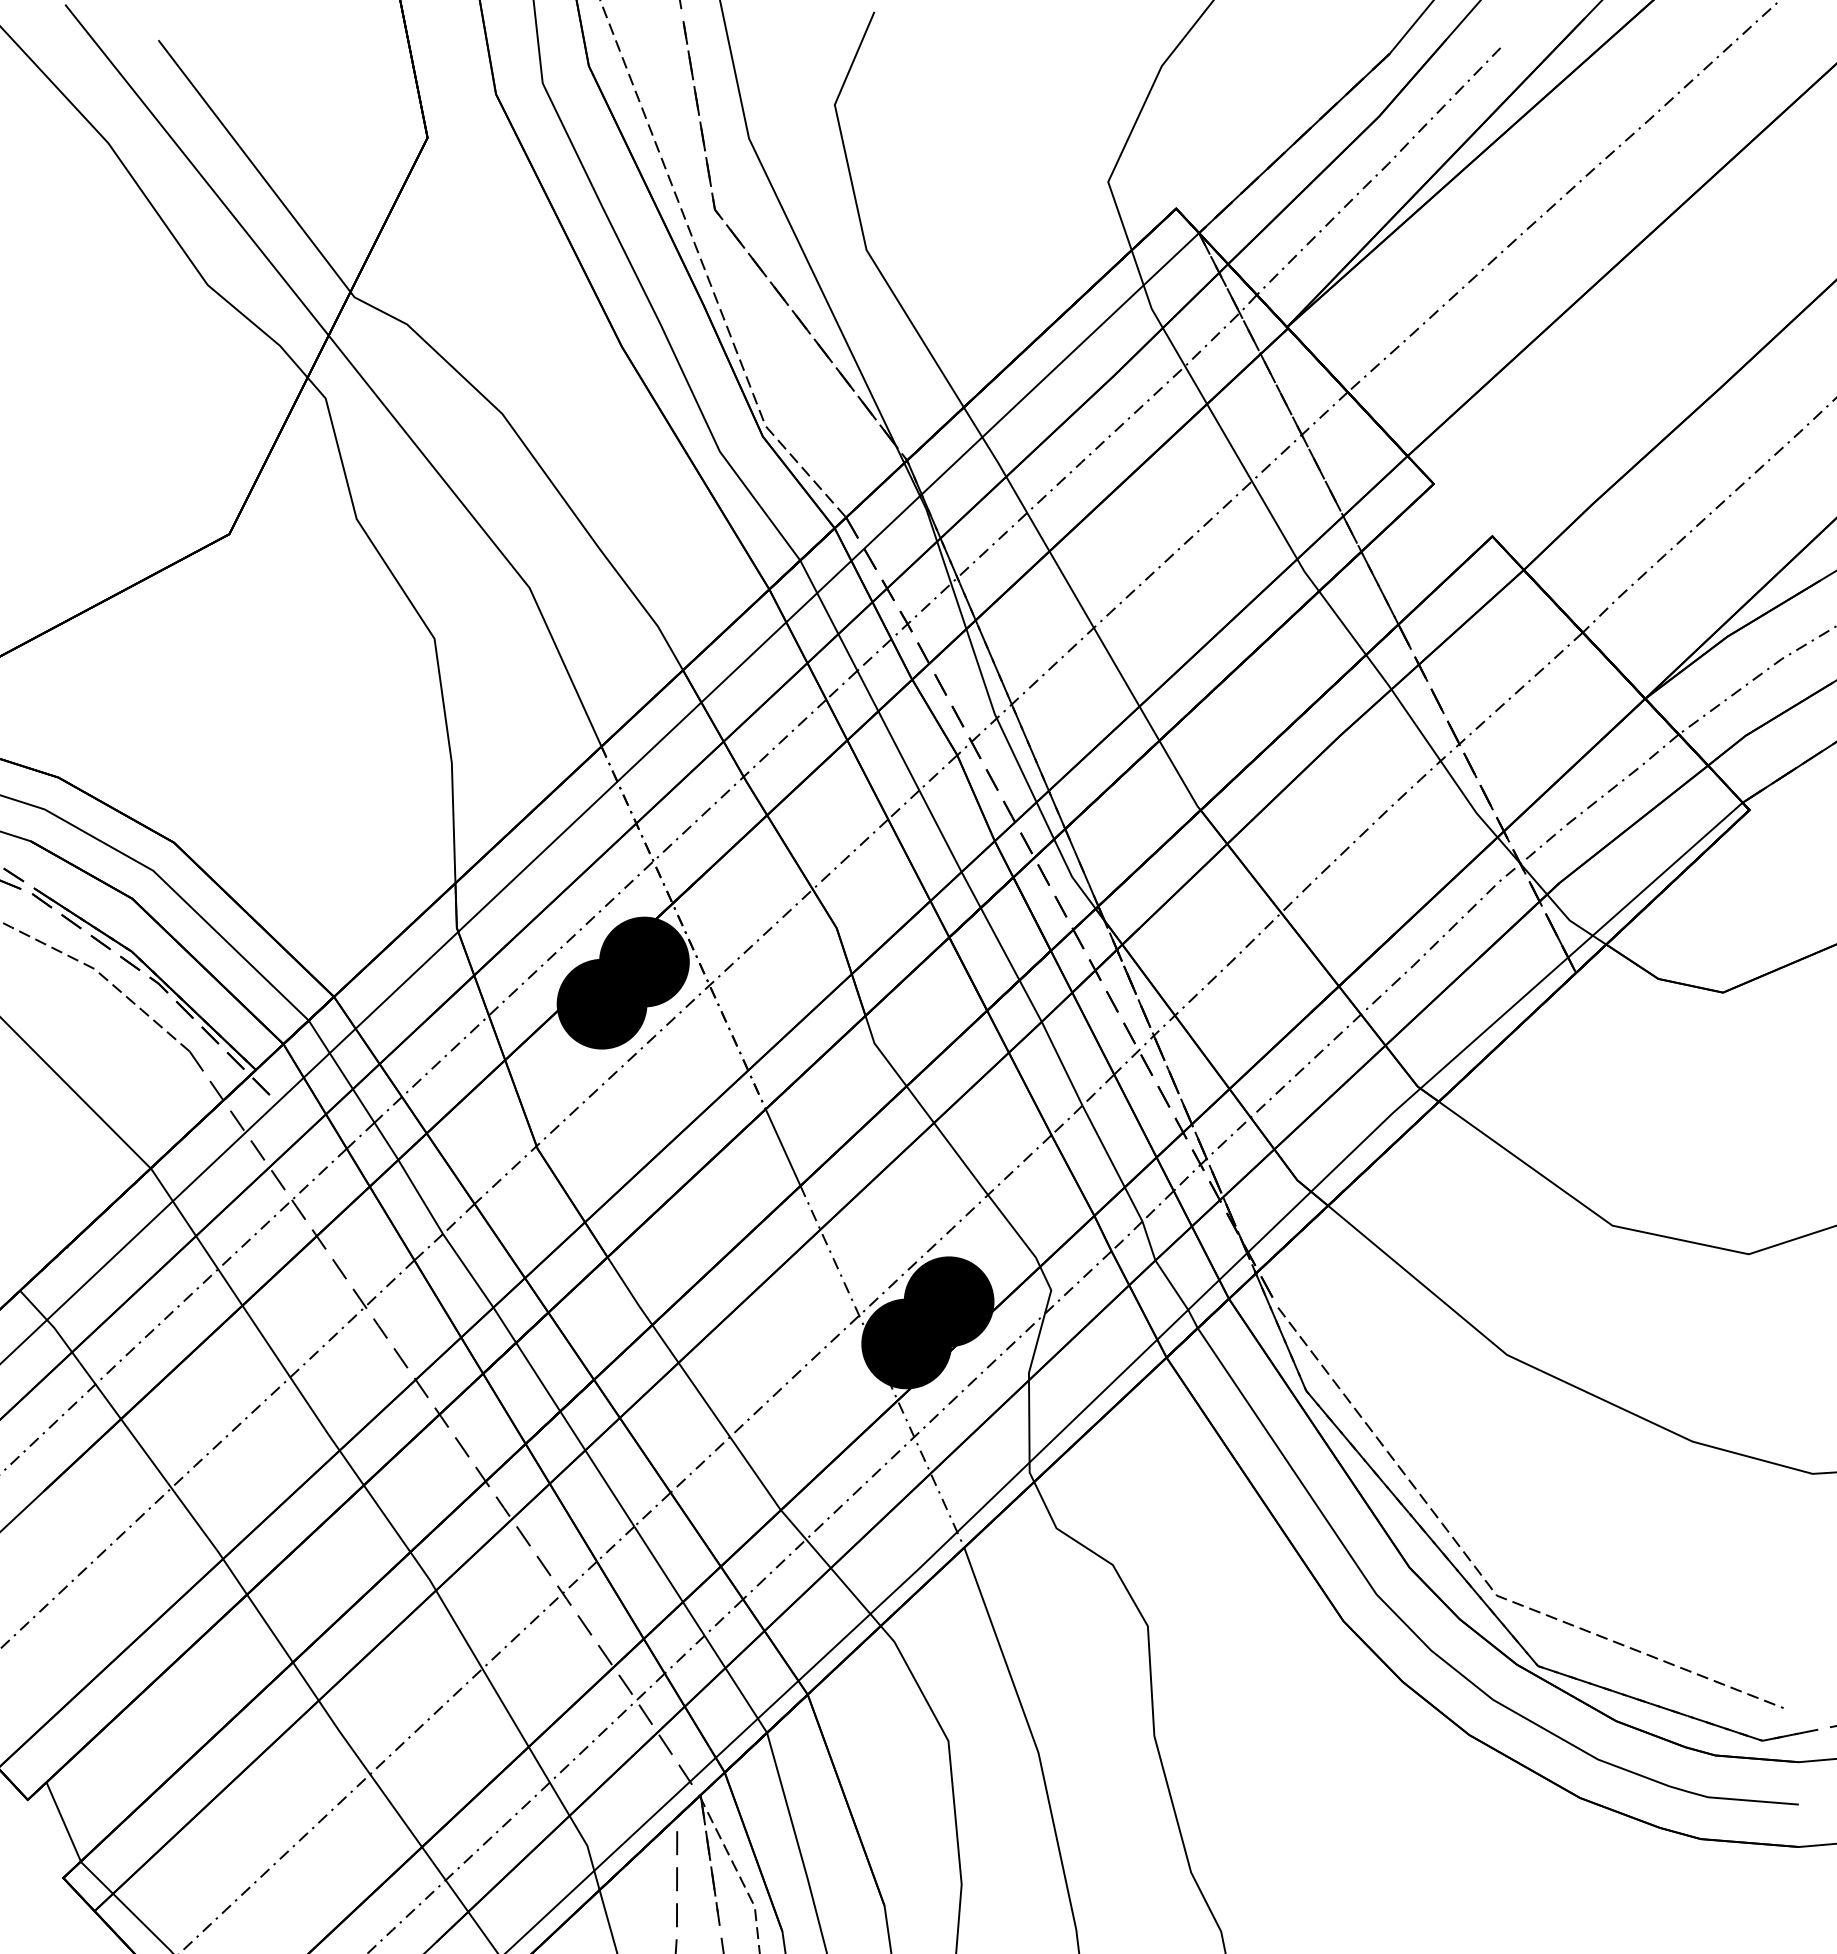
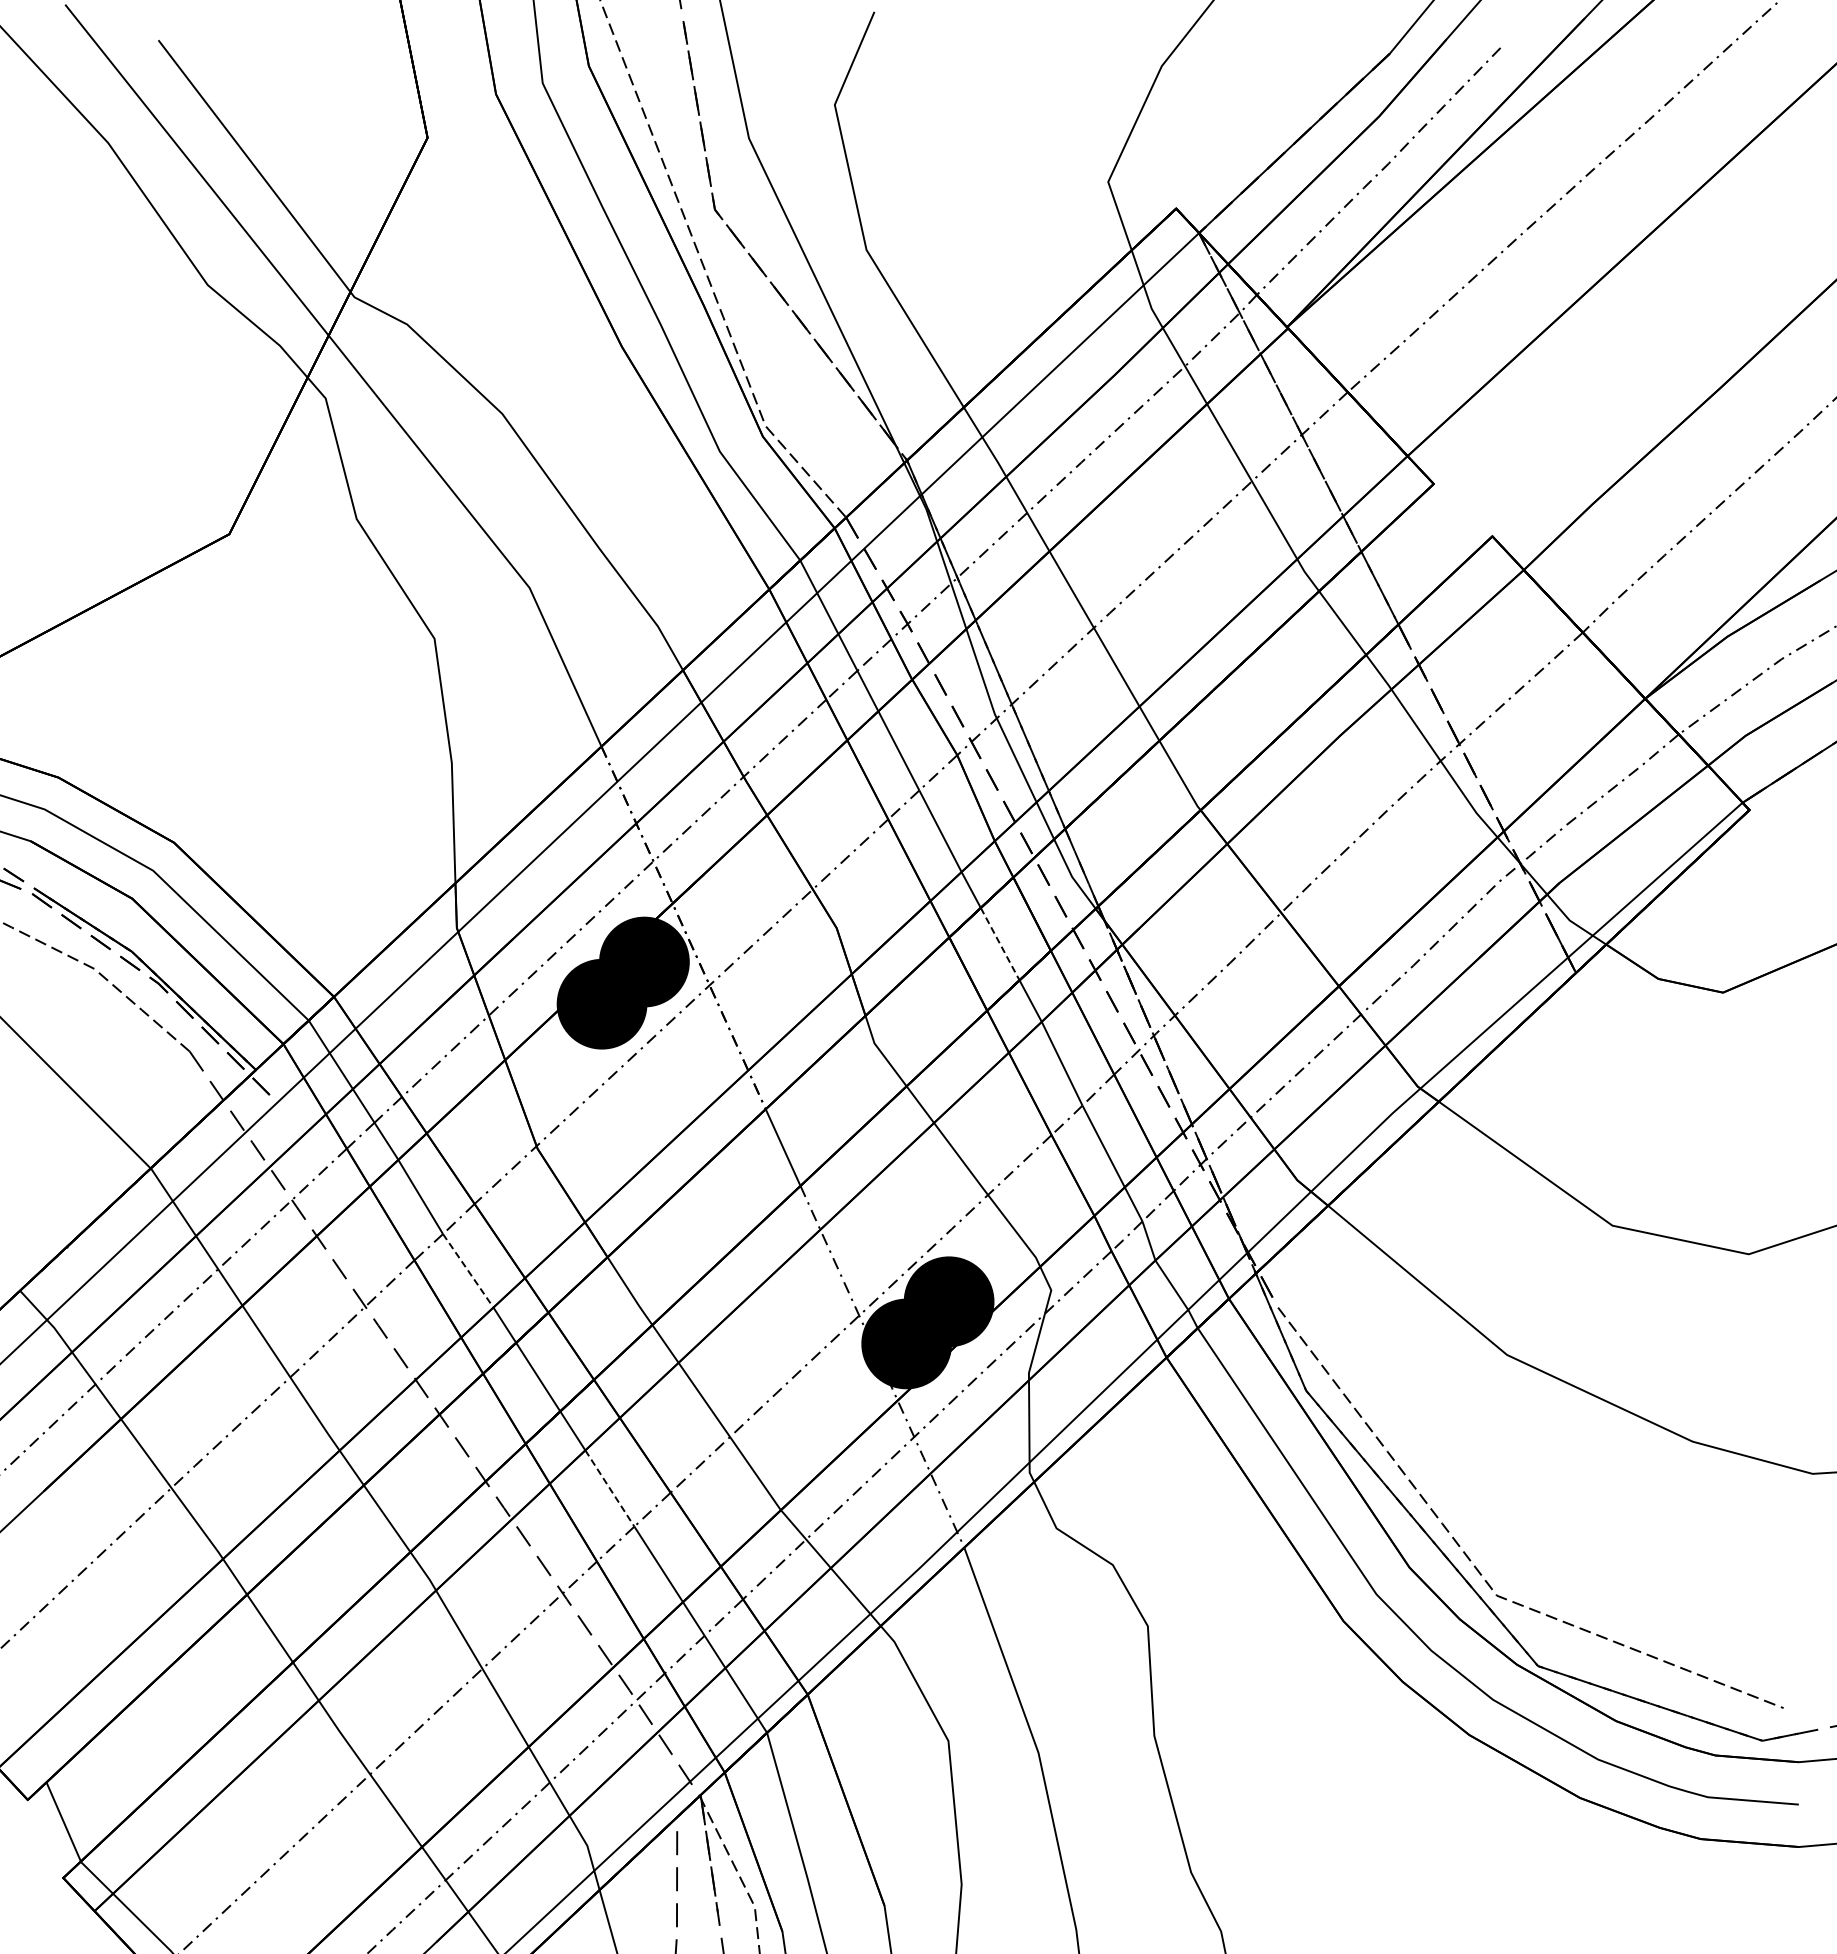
line at (1000, 944): solid -> dashed
line at (468, 1270): solid -> dashed
line at (610, 1488): solid -> dashed
